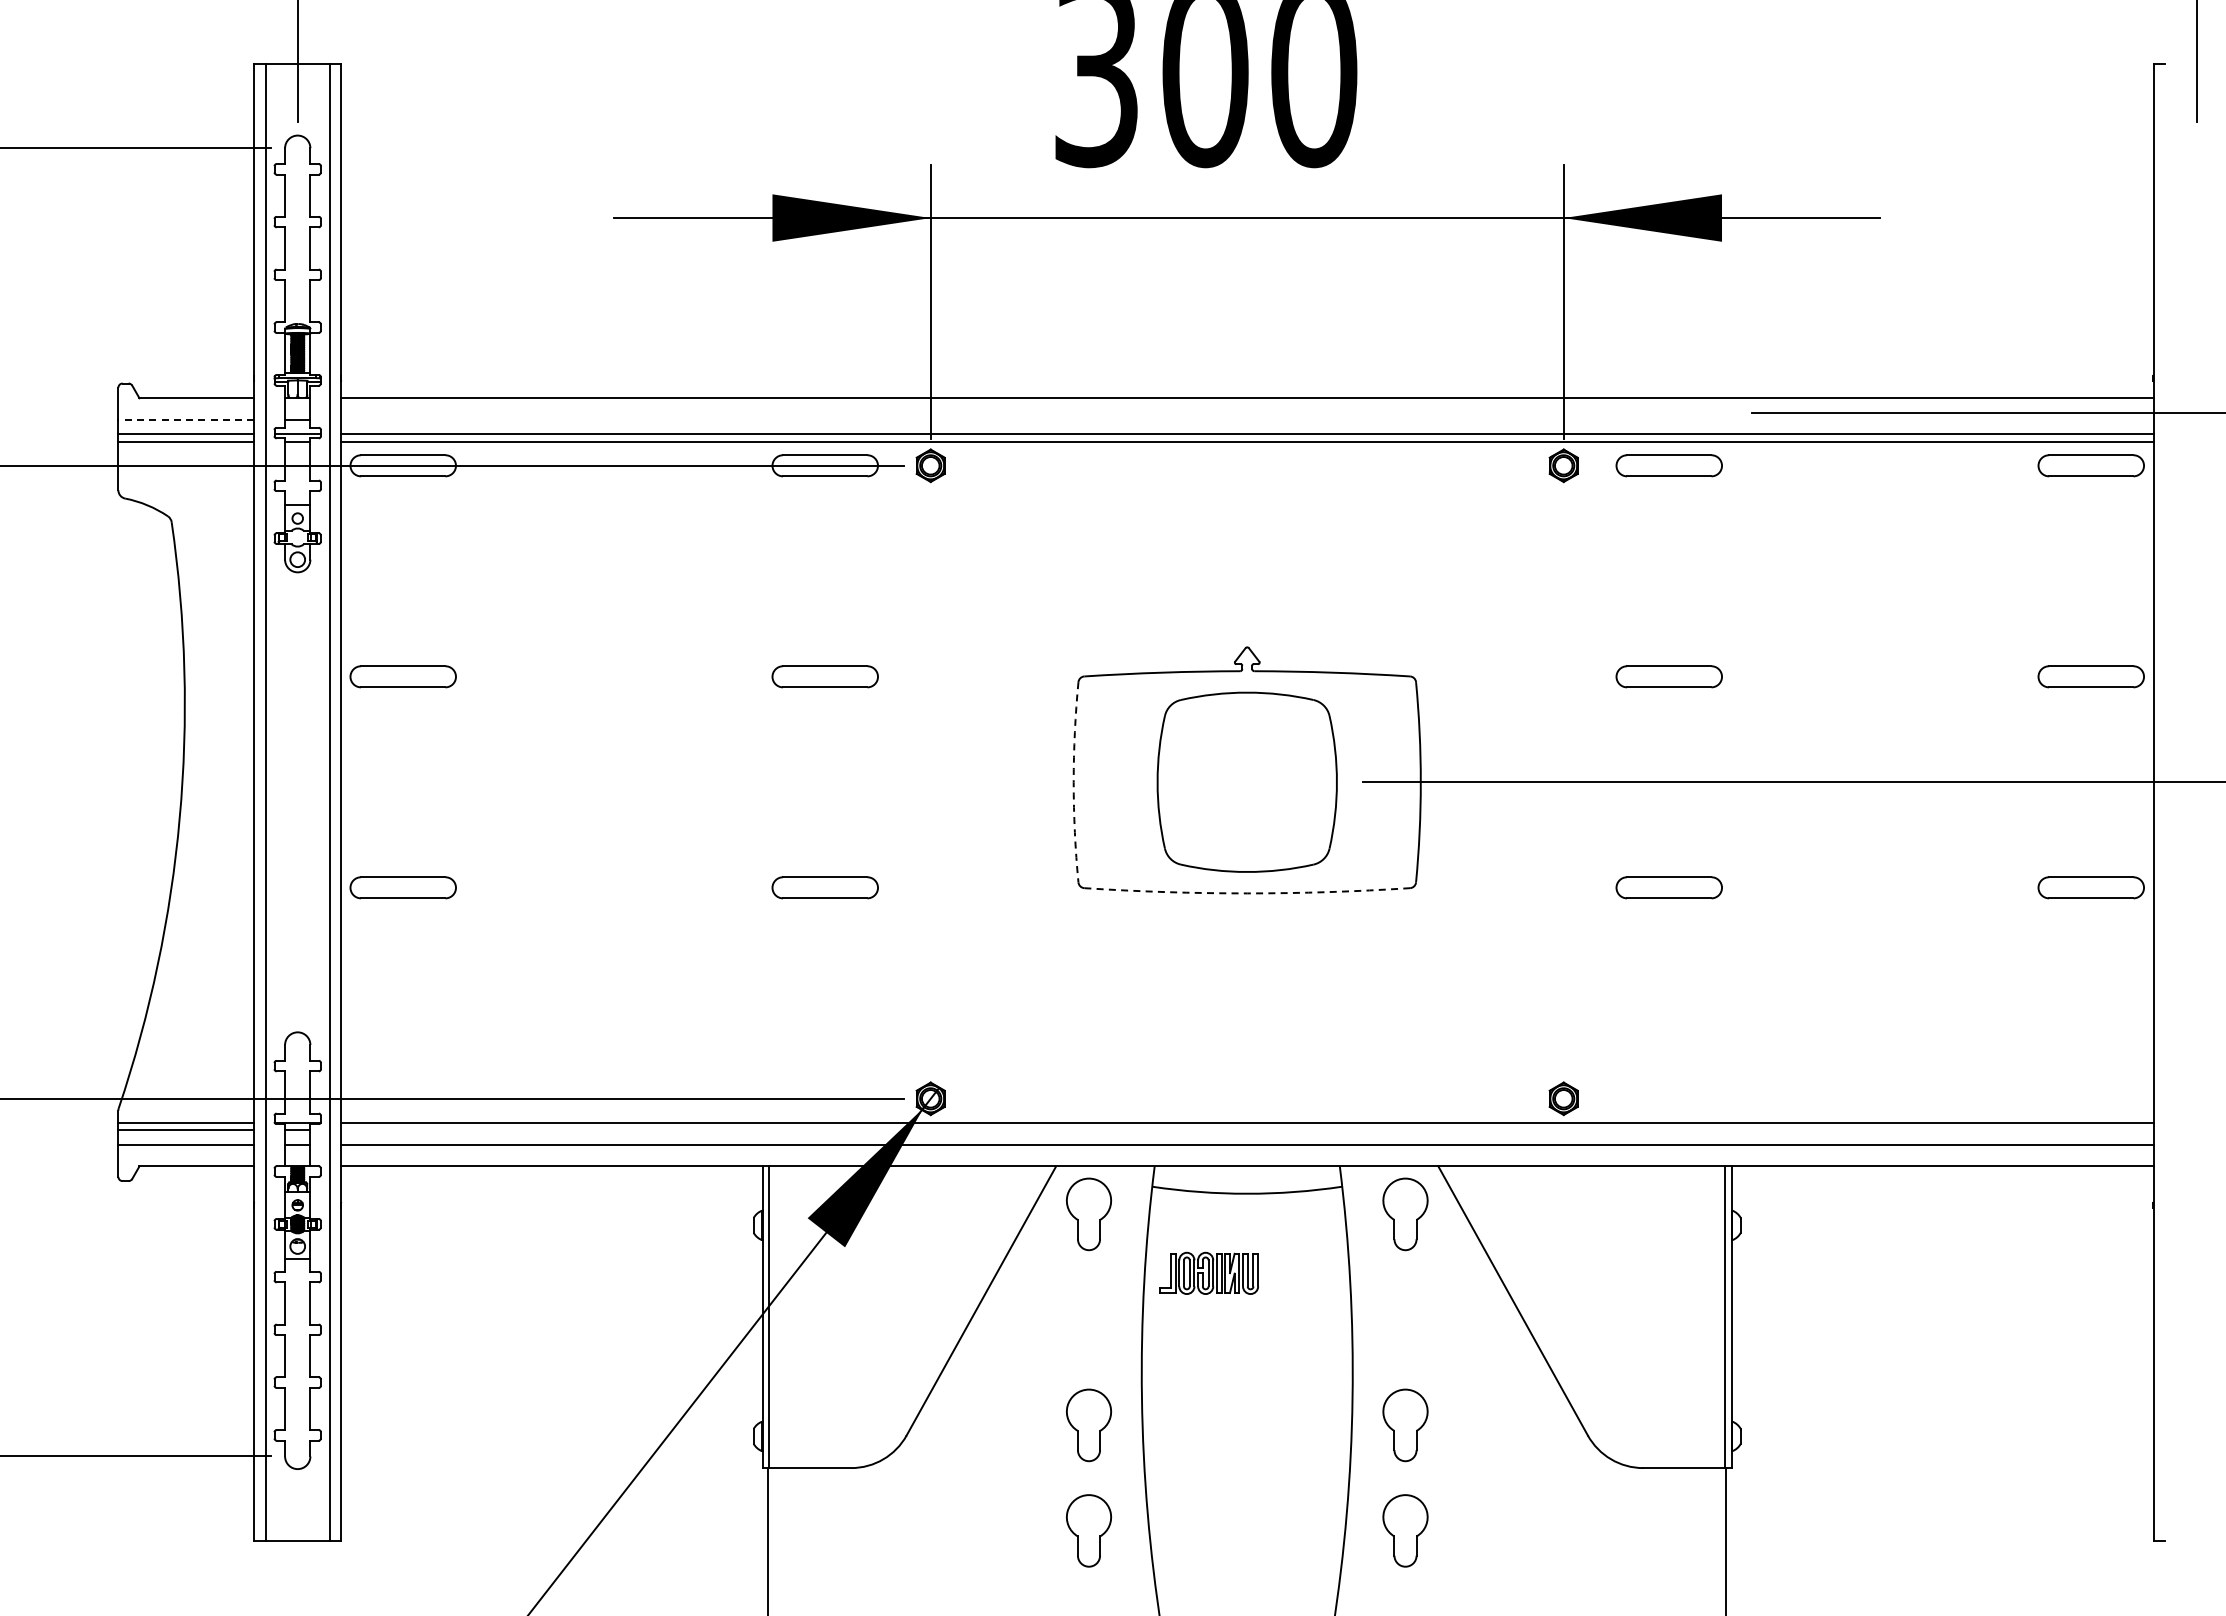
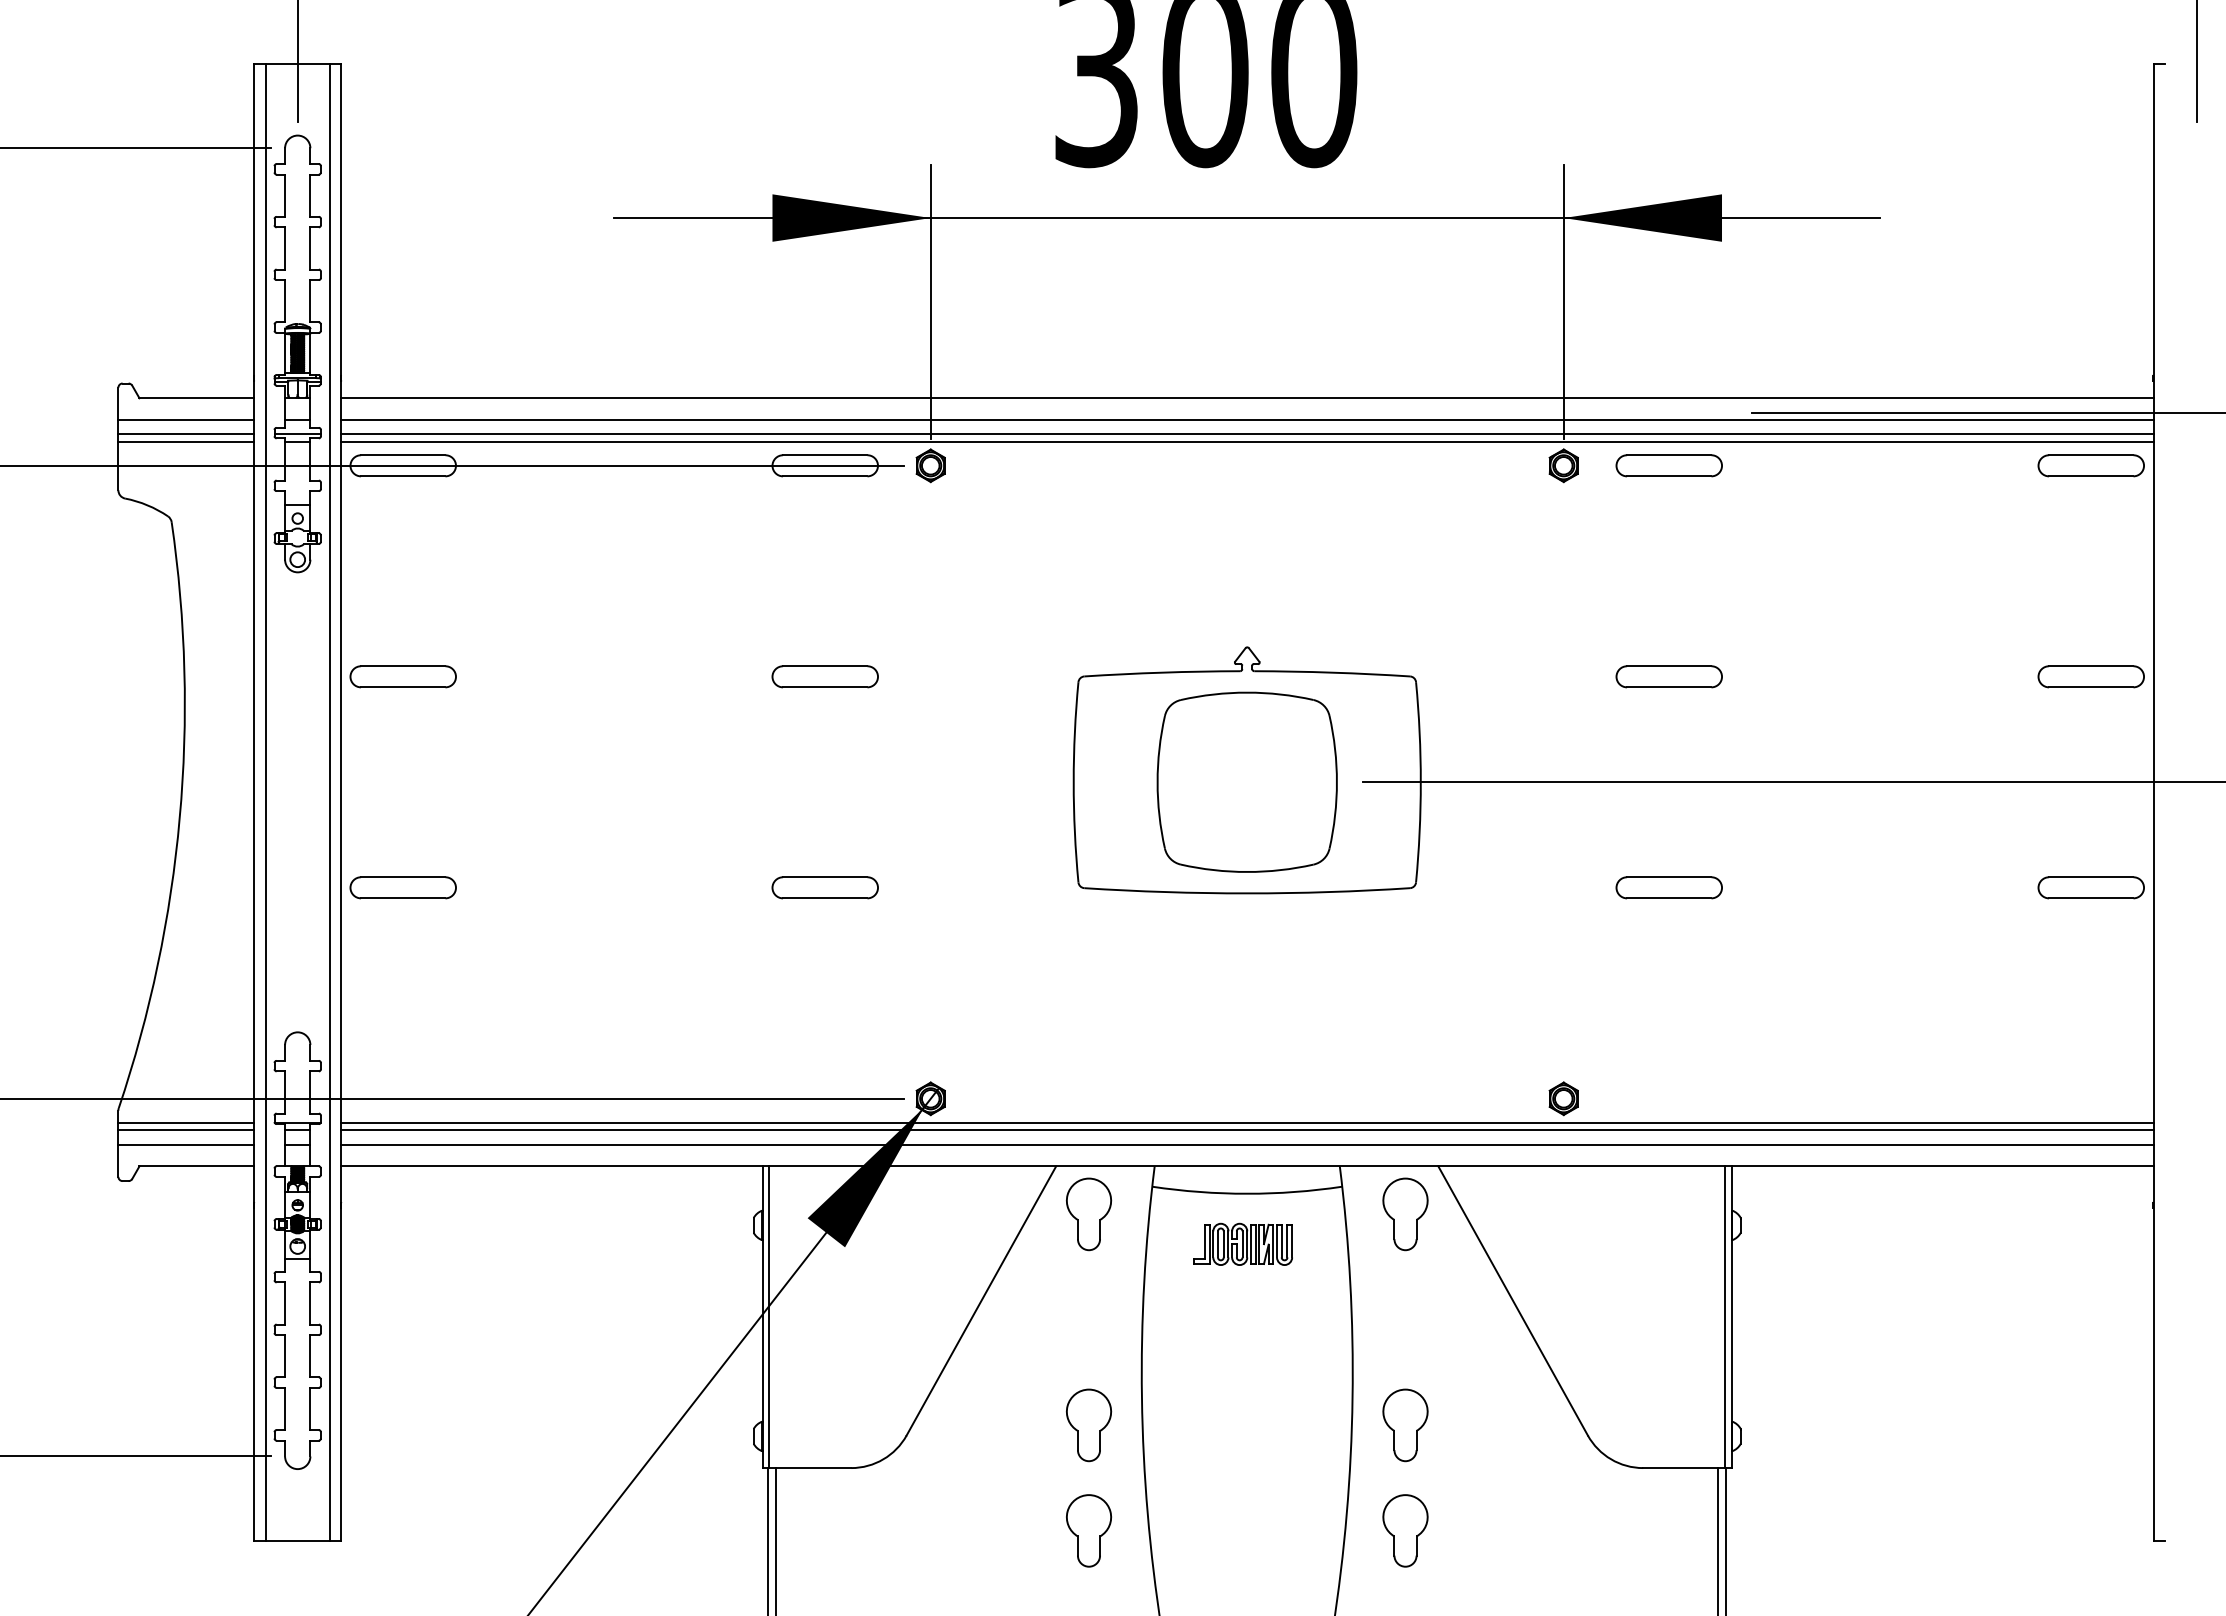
line at (185, 419): dashed -> solid
line at (1247, 419): none -> present
arc at (1073, 782): dashed -> solid
arc at (1247, 893): dashed -> solid
line at (1247, 1130): none -> present
part at (1208, 1272) position: (1208, 1272) -> (1242, 1243)
line at (776, 1540): none -> present
line at (1718, 1540): none -> present
